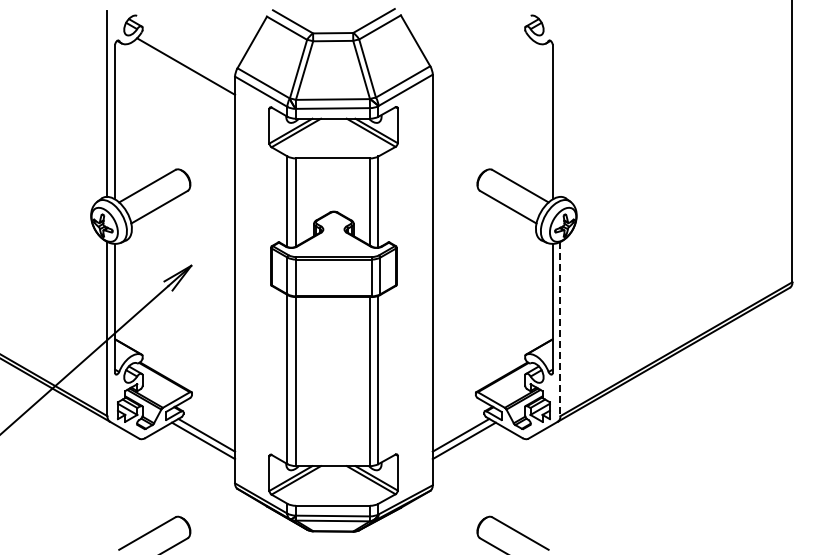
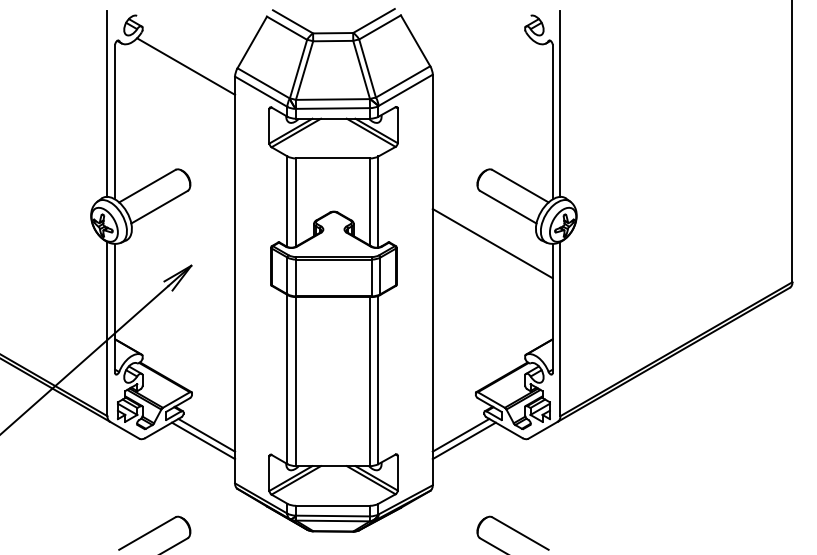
line at (560, 103): none -> present
line at (492, 243): none -> present
line at (560, 329): dashed -> solid
